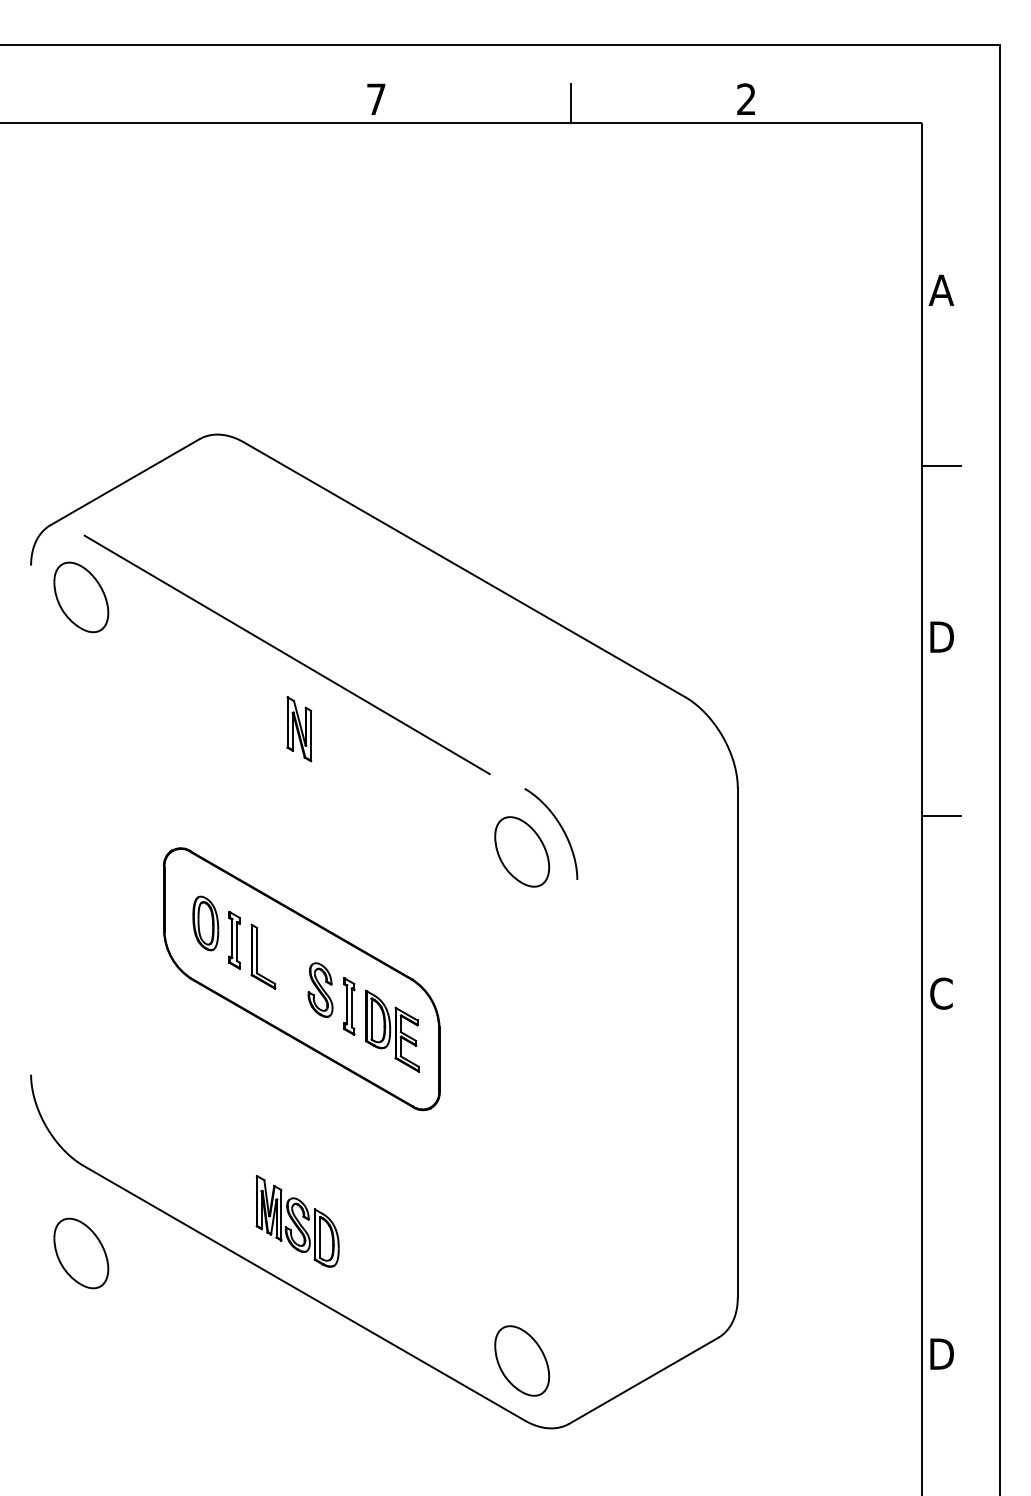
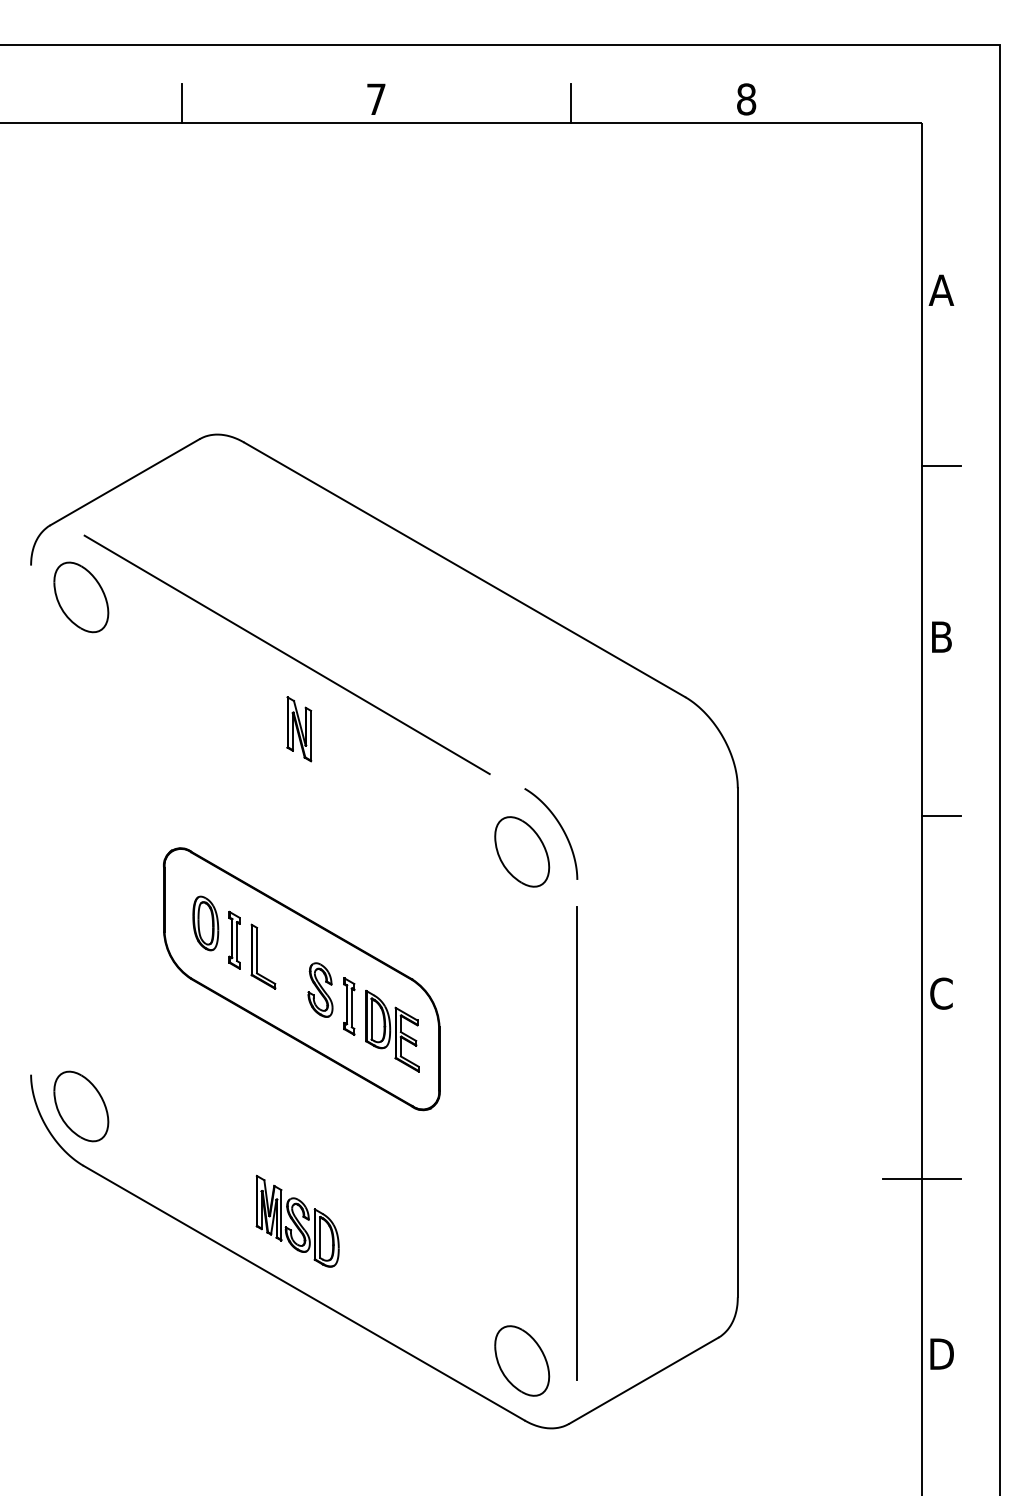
text at (746, 99): 2 -> 8
line at (181, 102): none -> present
text at (941, 636): D -> B
line at (576, 1143): none -> present
line at (921, 1178): none -> present
part at (81, 1253) position: (81, 1253) -> (81, 1106)
